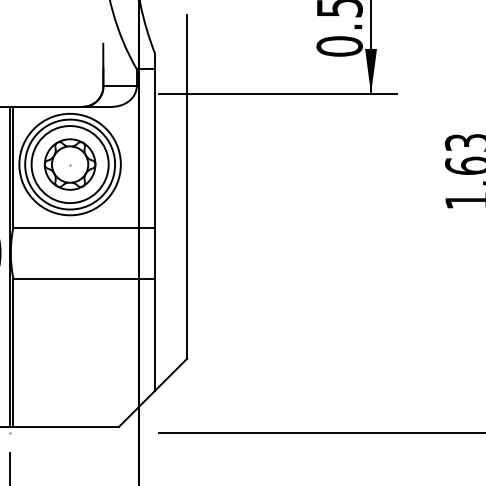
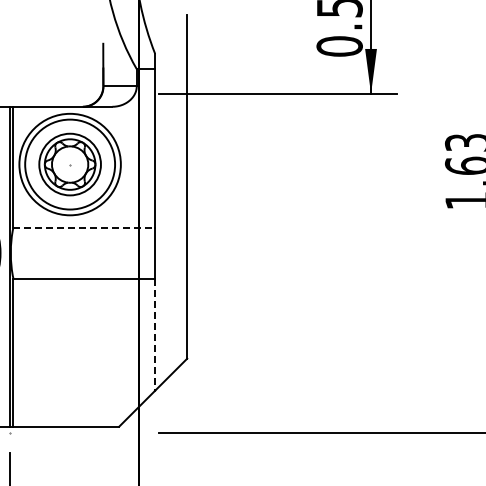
circle at (69, 164) diameter: 77 px -> 62 px
line at (84, 227): solid -> dashed
line at (155, 335): solid -> dashed
